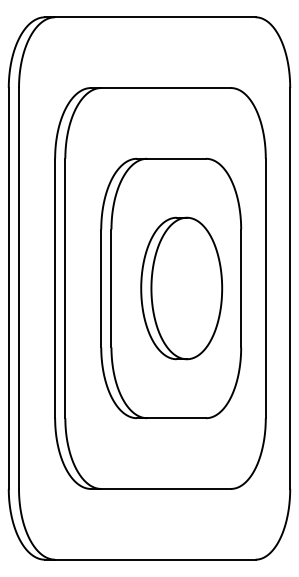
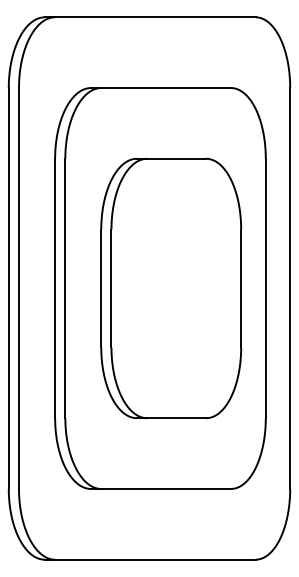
part at (181, 288): present -> none
